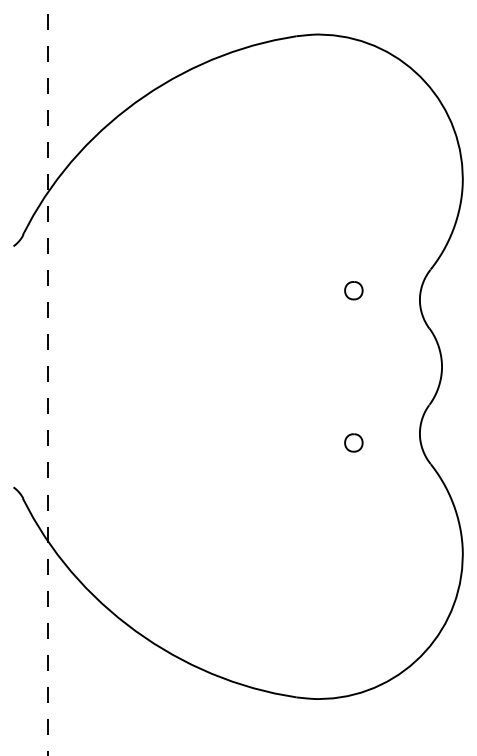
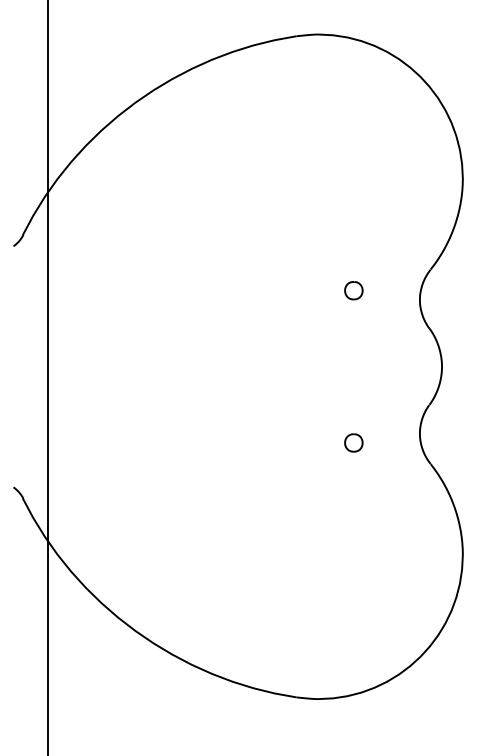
line at (47, 377): dashed -> solid
